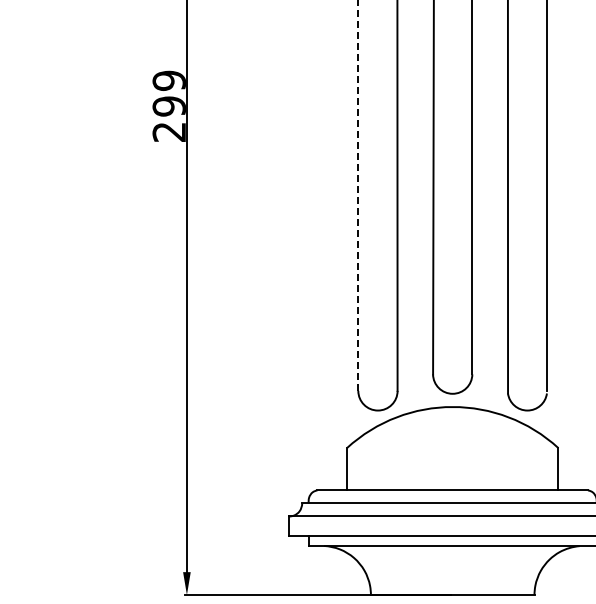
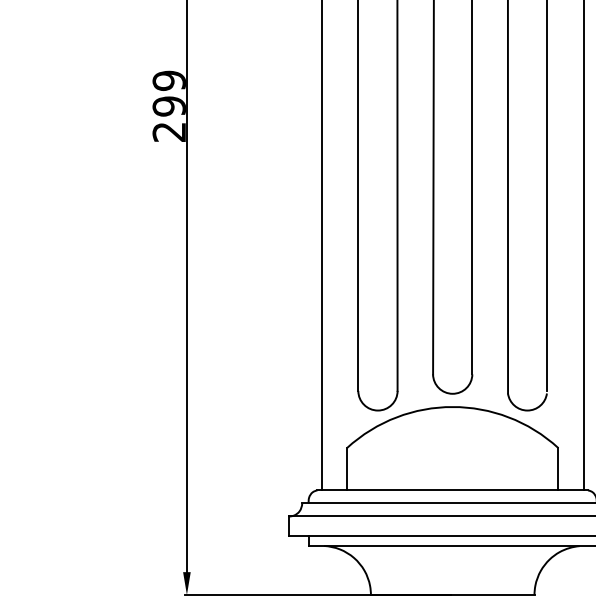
line at (358, 195): dashed -> solid
line at (321, 246): none -> present
line at (583, 246): none -> present
